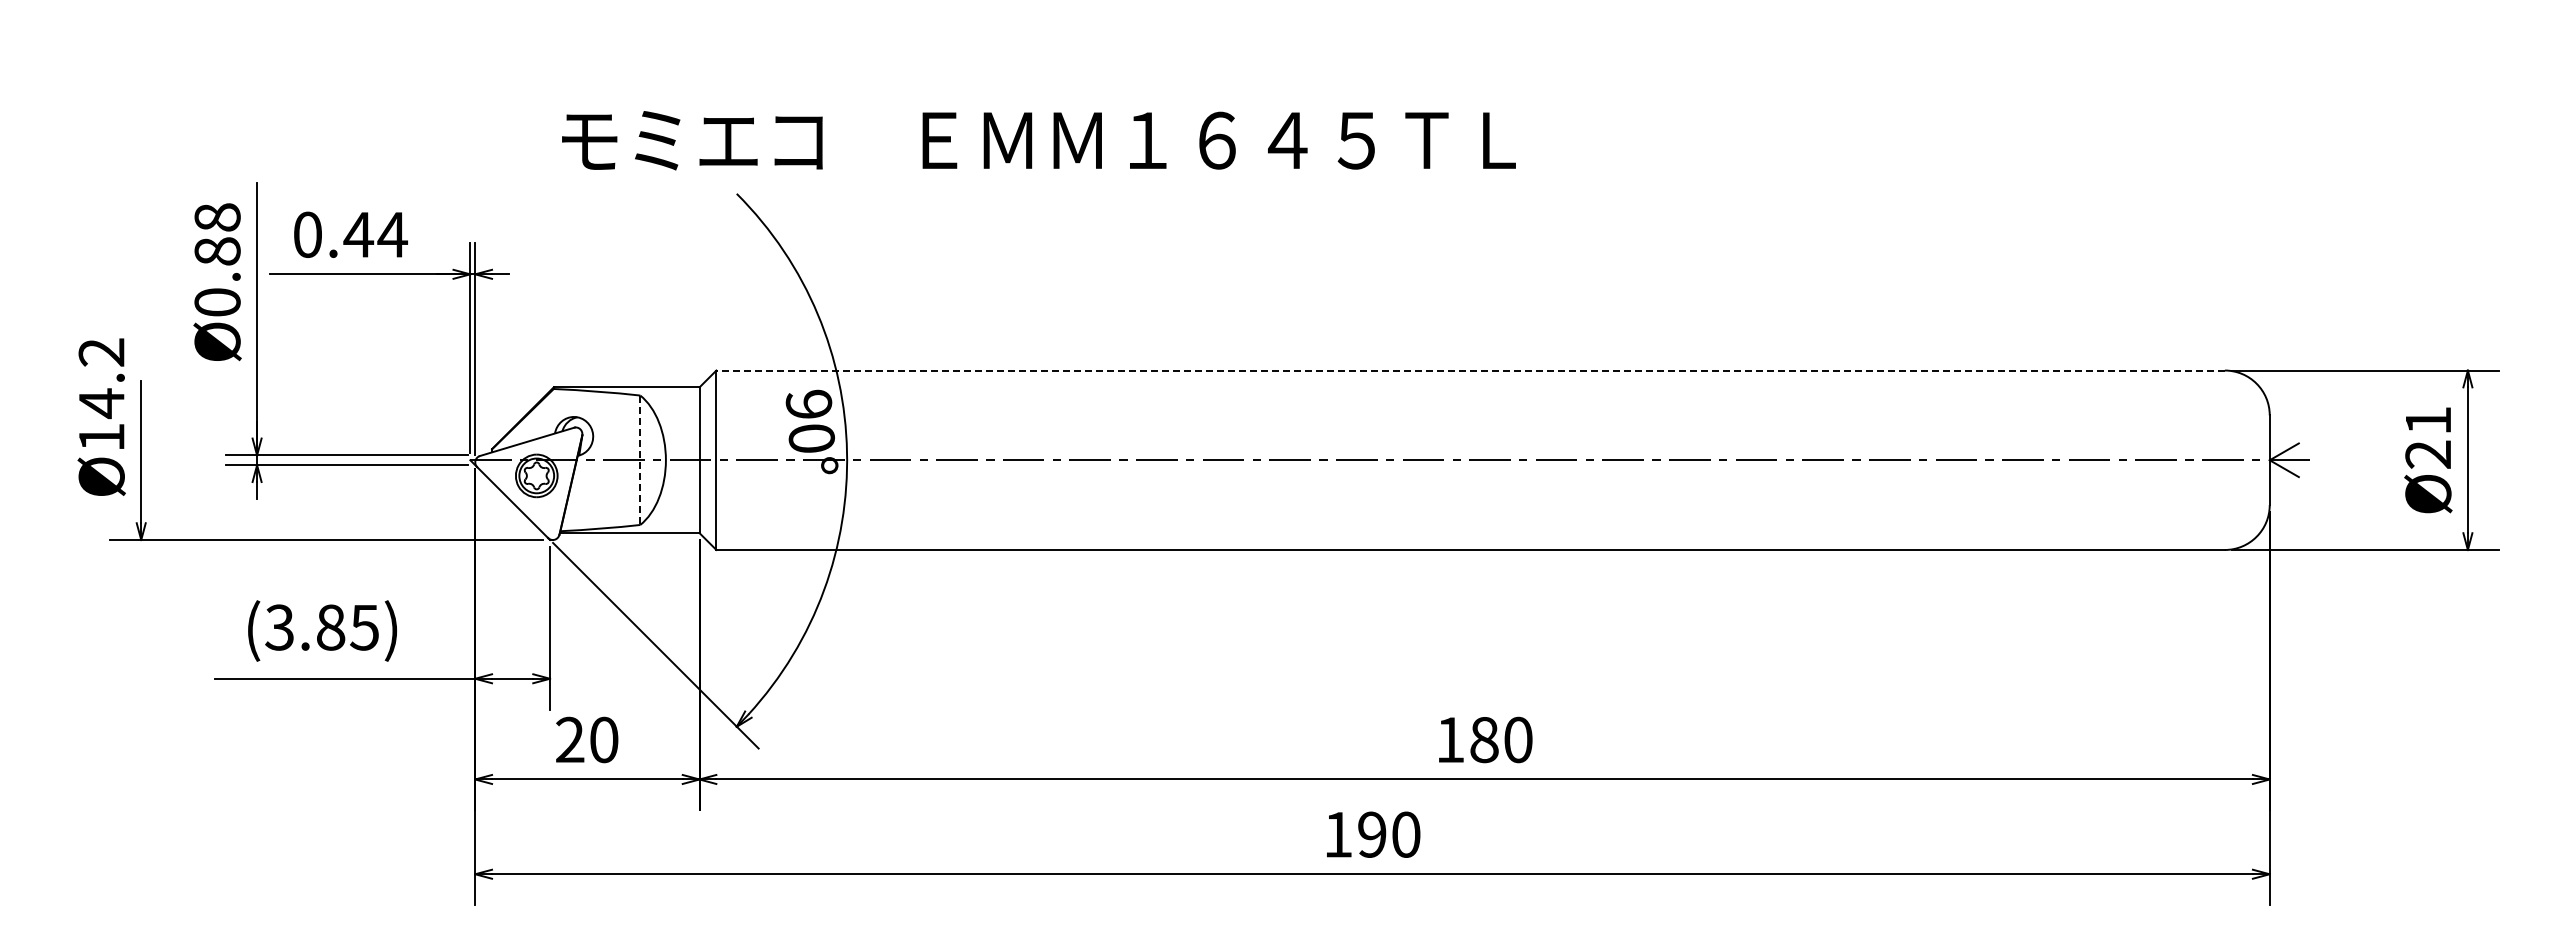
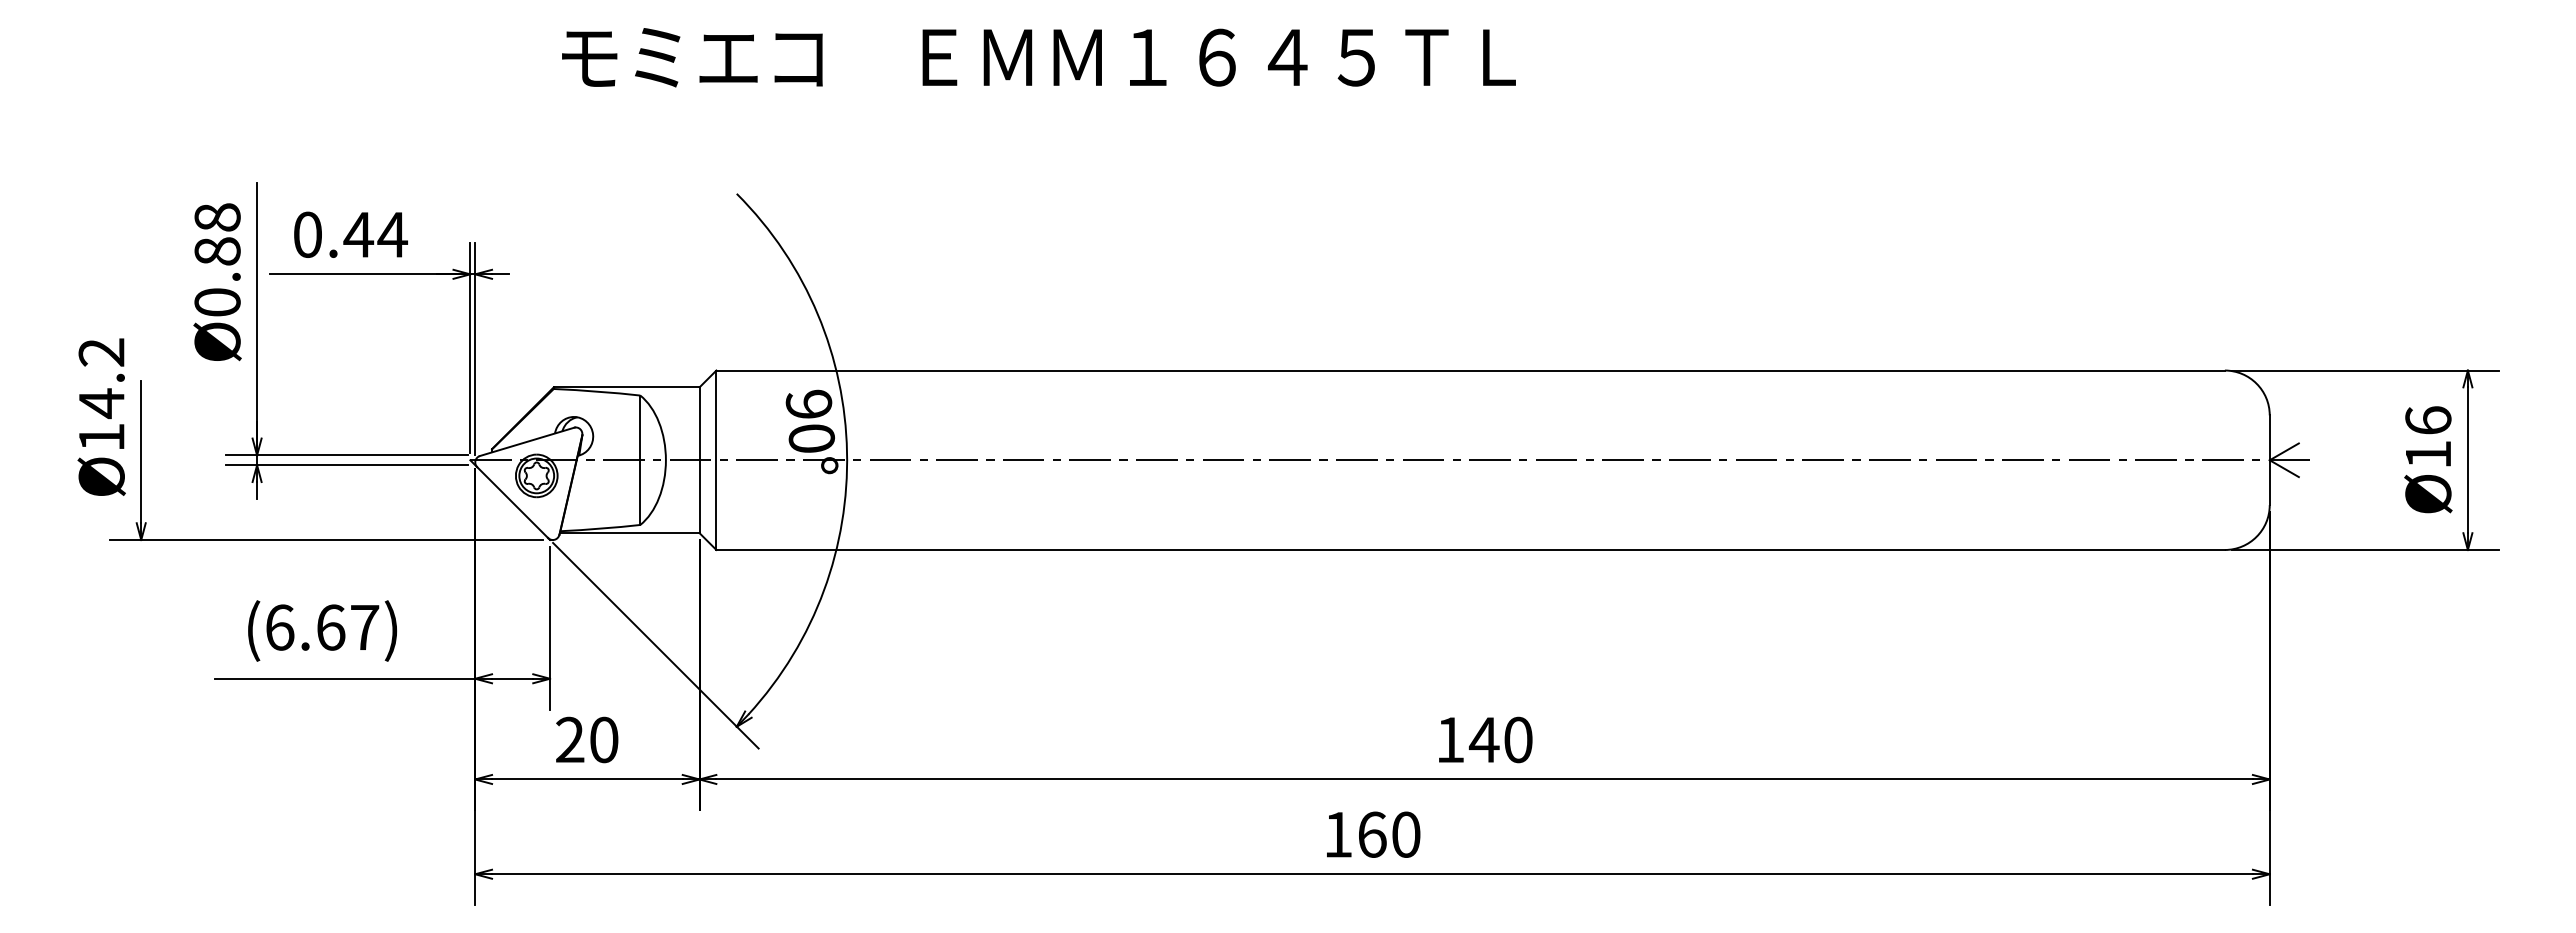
text at (1038, 140) position: (1038, 140) -> (1038, 57)
line at (1470, 370): dashed -> solid
text at (2428, 437): Ø21 -> Ø16
line at (640, 460): dashed -> solid
text at (322, 627): (3.85) -> (6.67)
text at (1483, 740): 180 -> 140
text at (1372, 834): 190 -> 160
